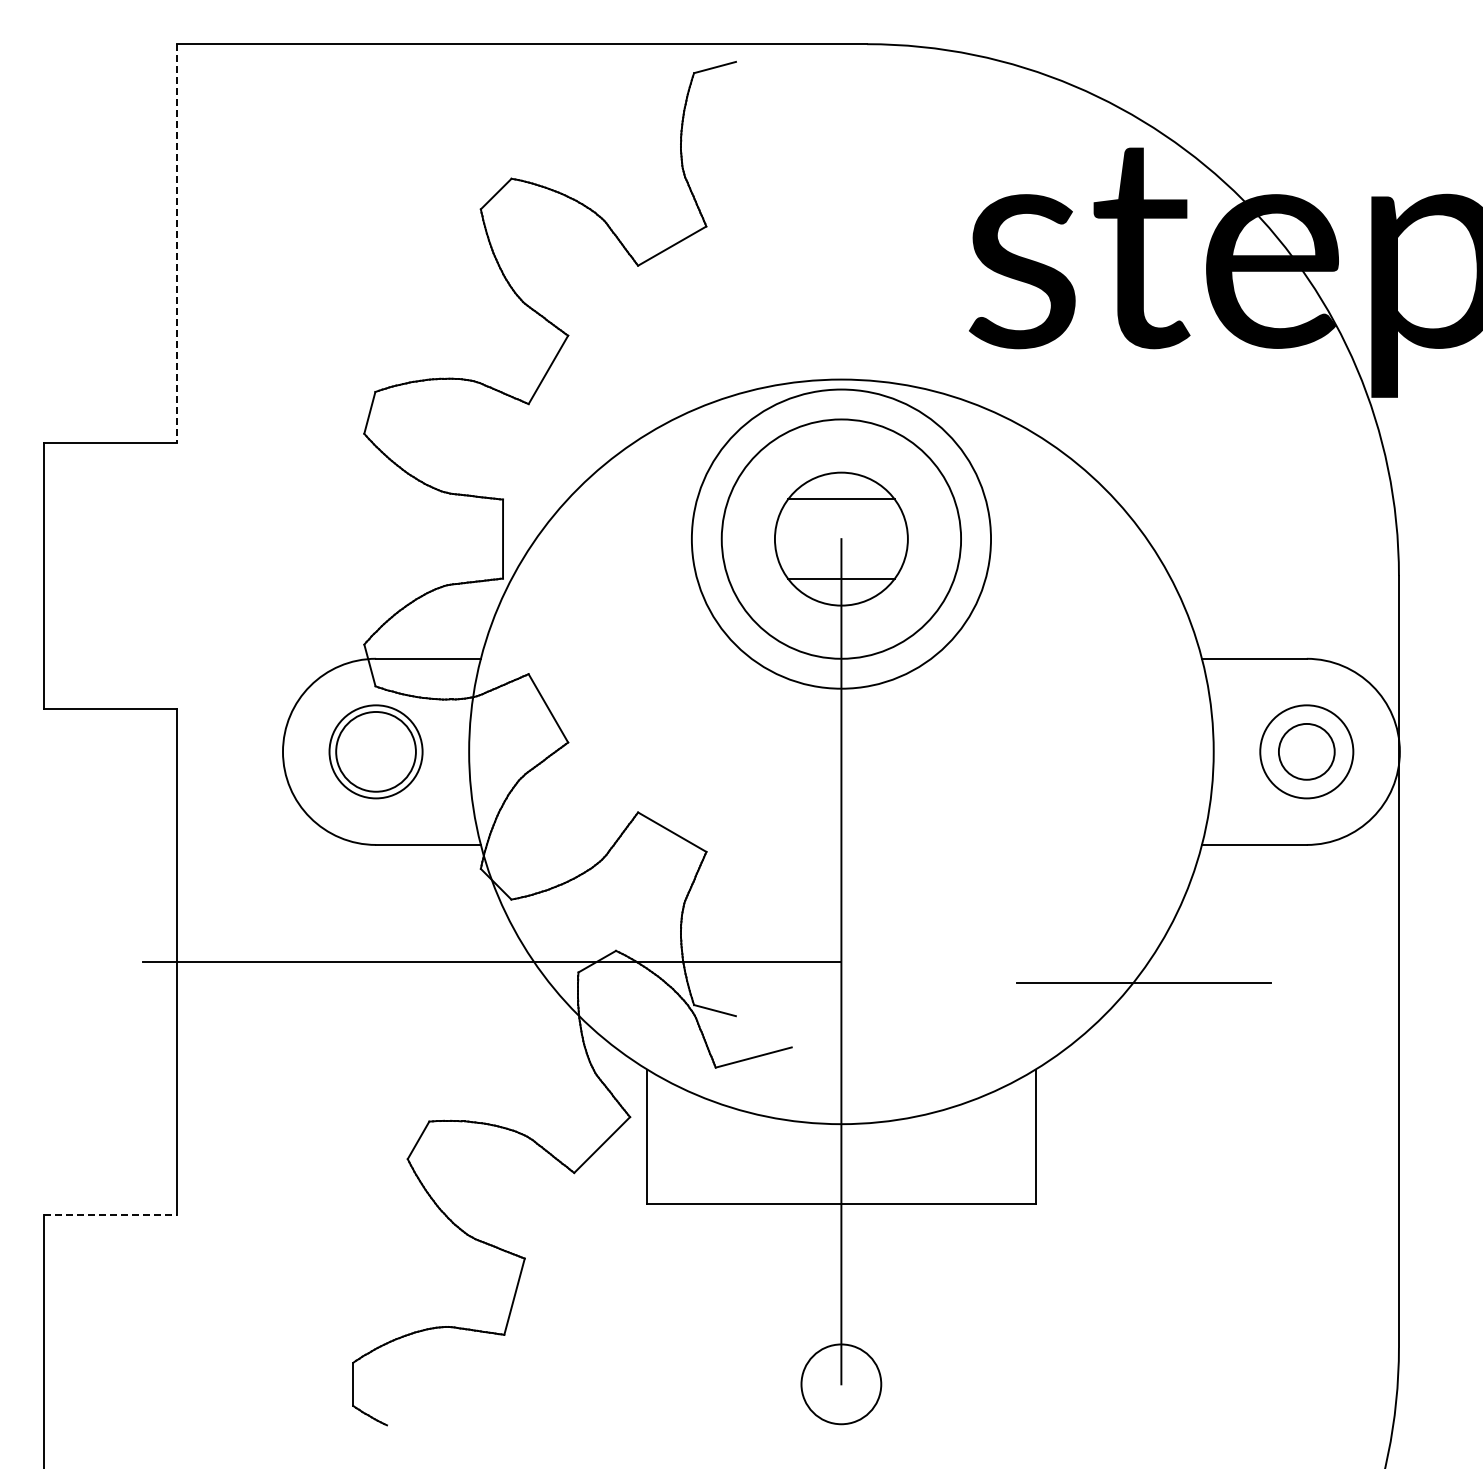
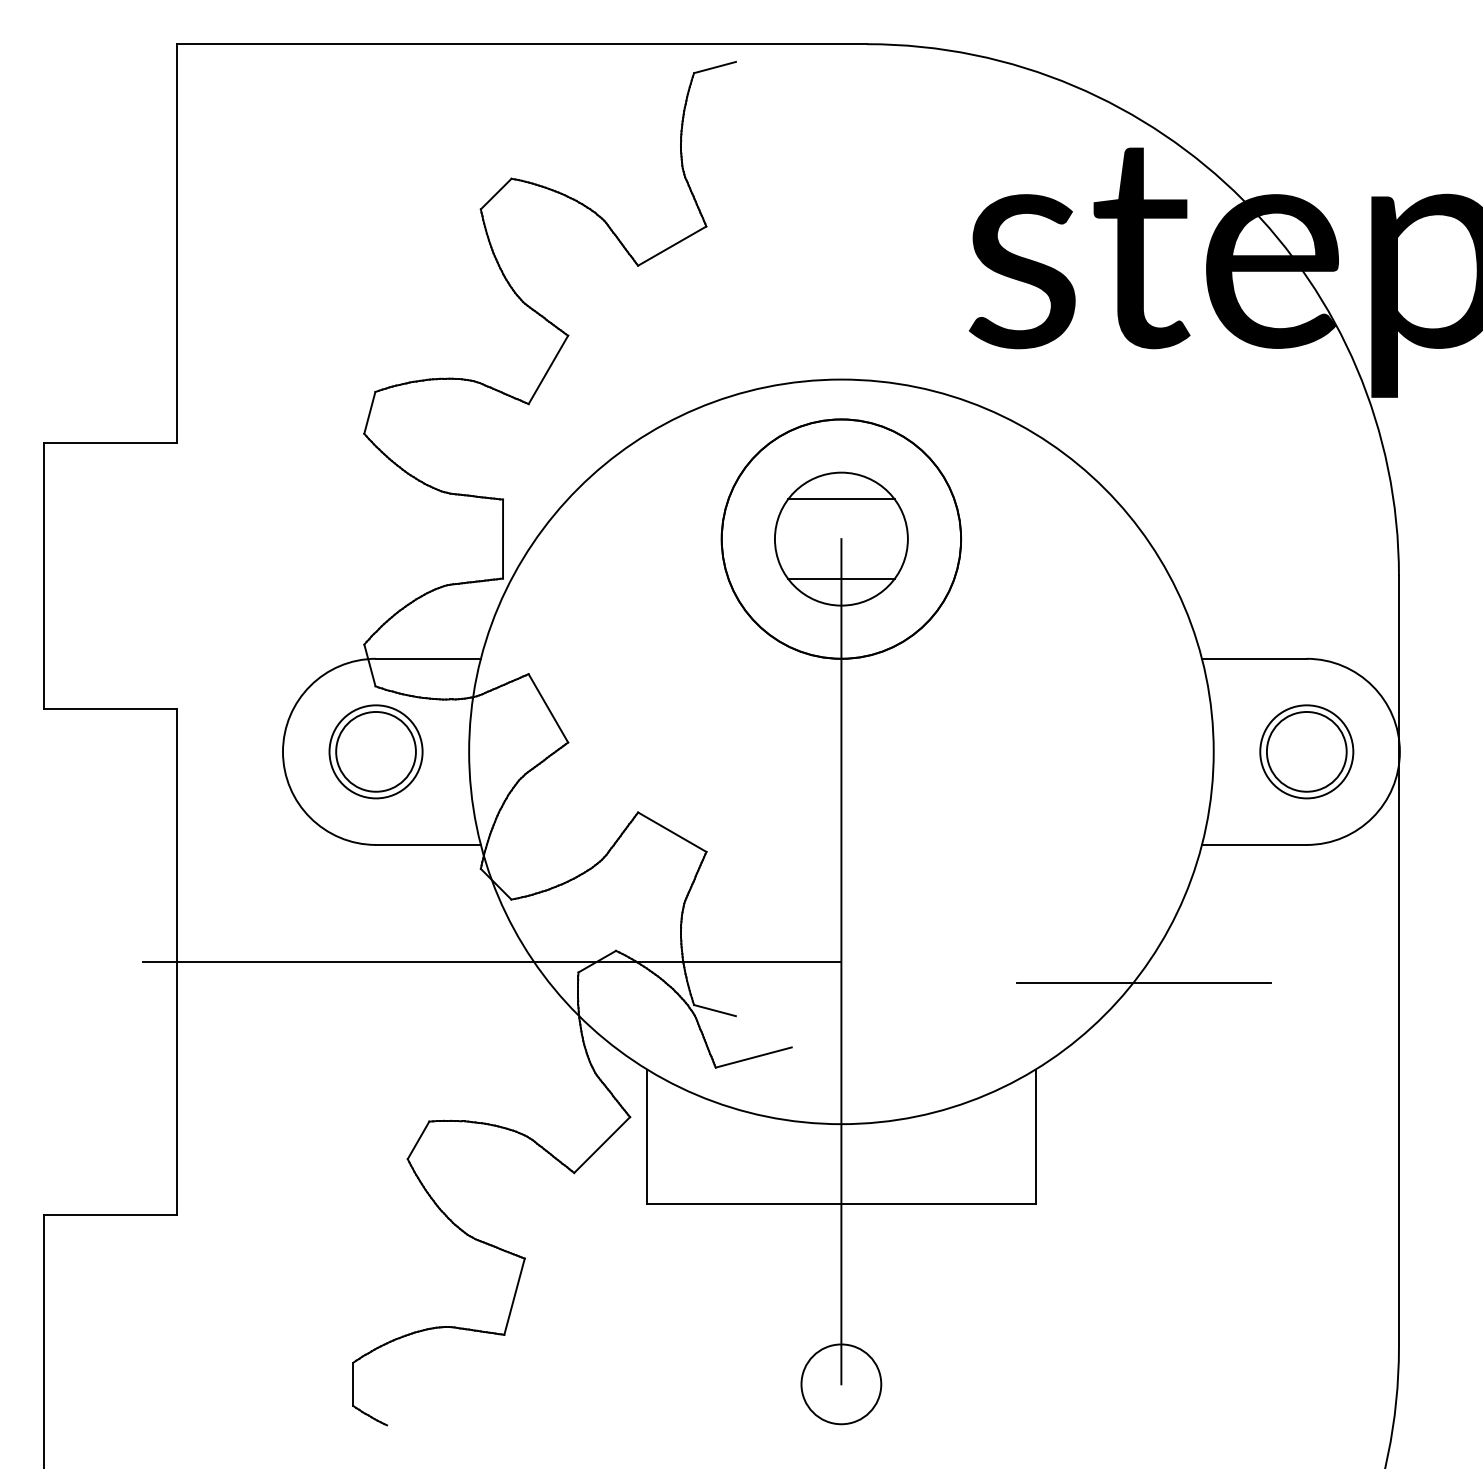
line at (177, 244): dashed -> solid
circle at (841, 538) diameter: 299 px -> 239 px
circle at (1306, 751) diameter: 56 px -> 80 px
line at (111, 1214): dashed -> solid
